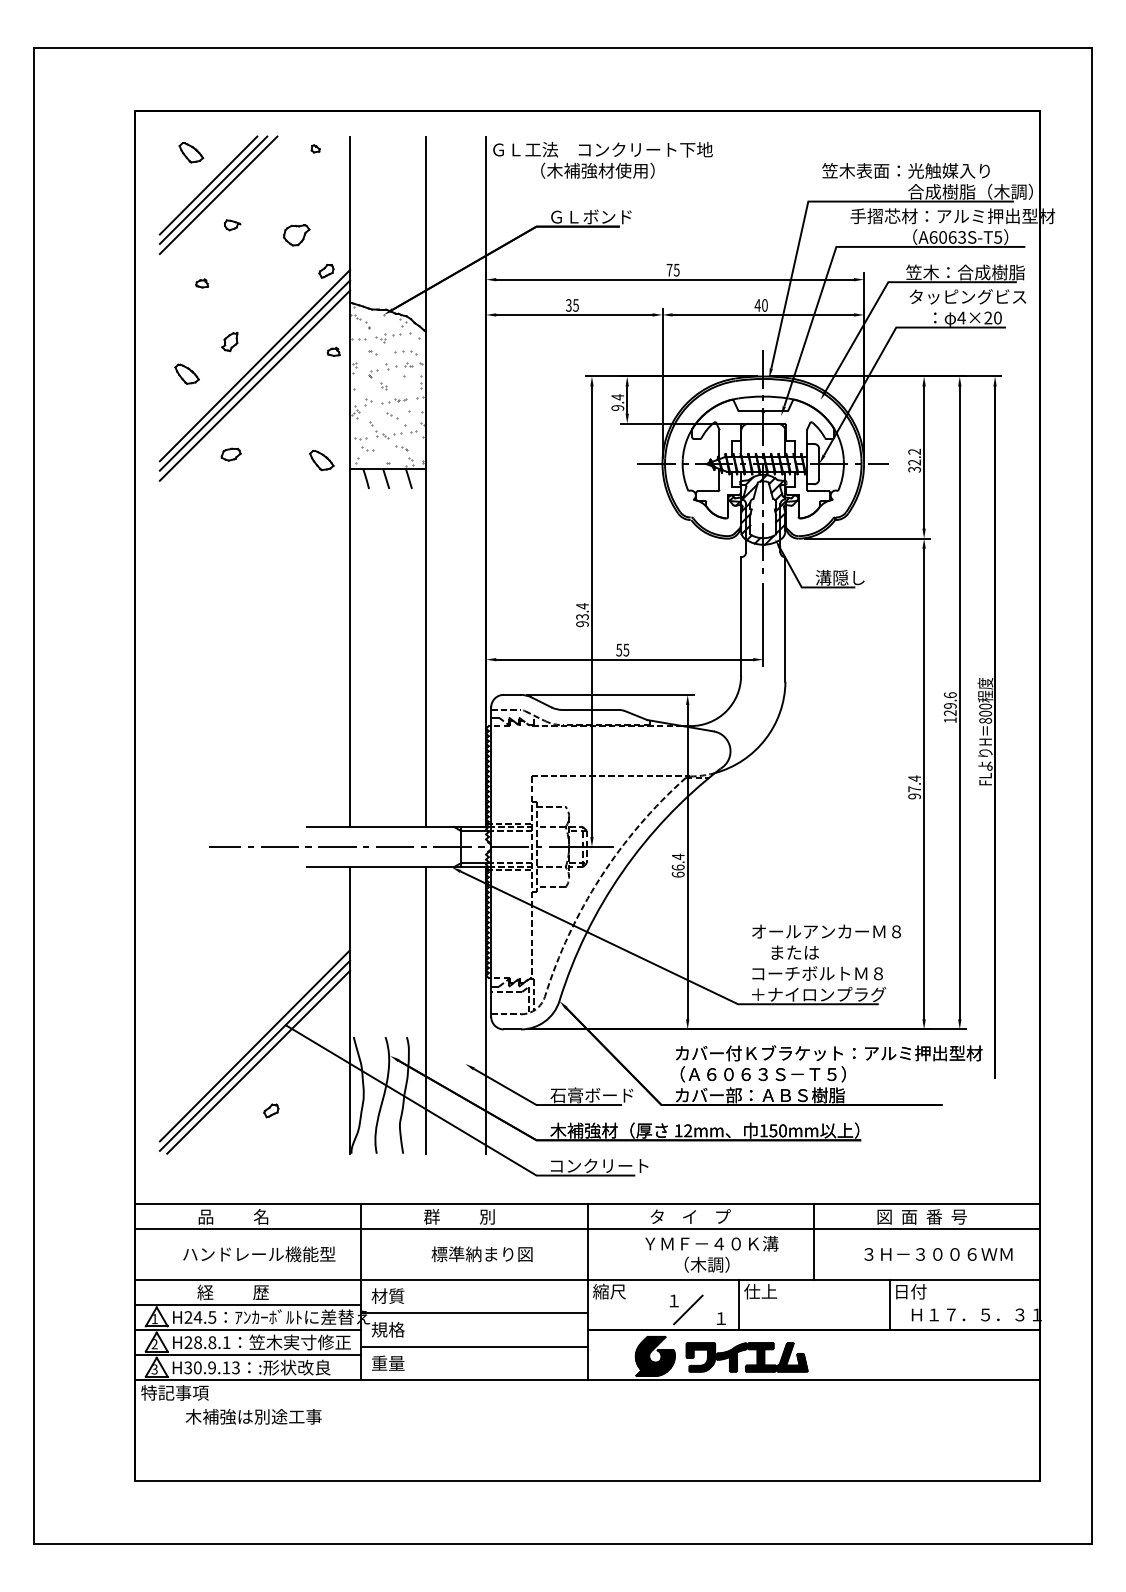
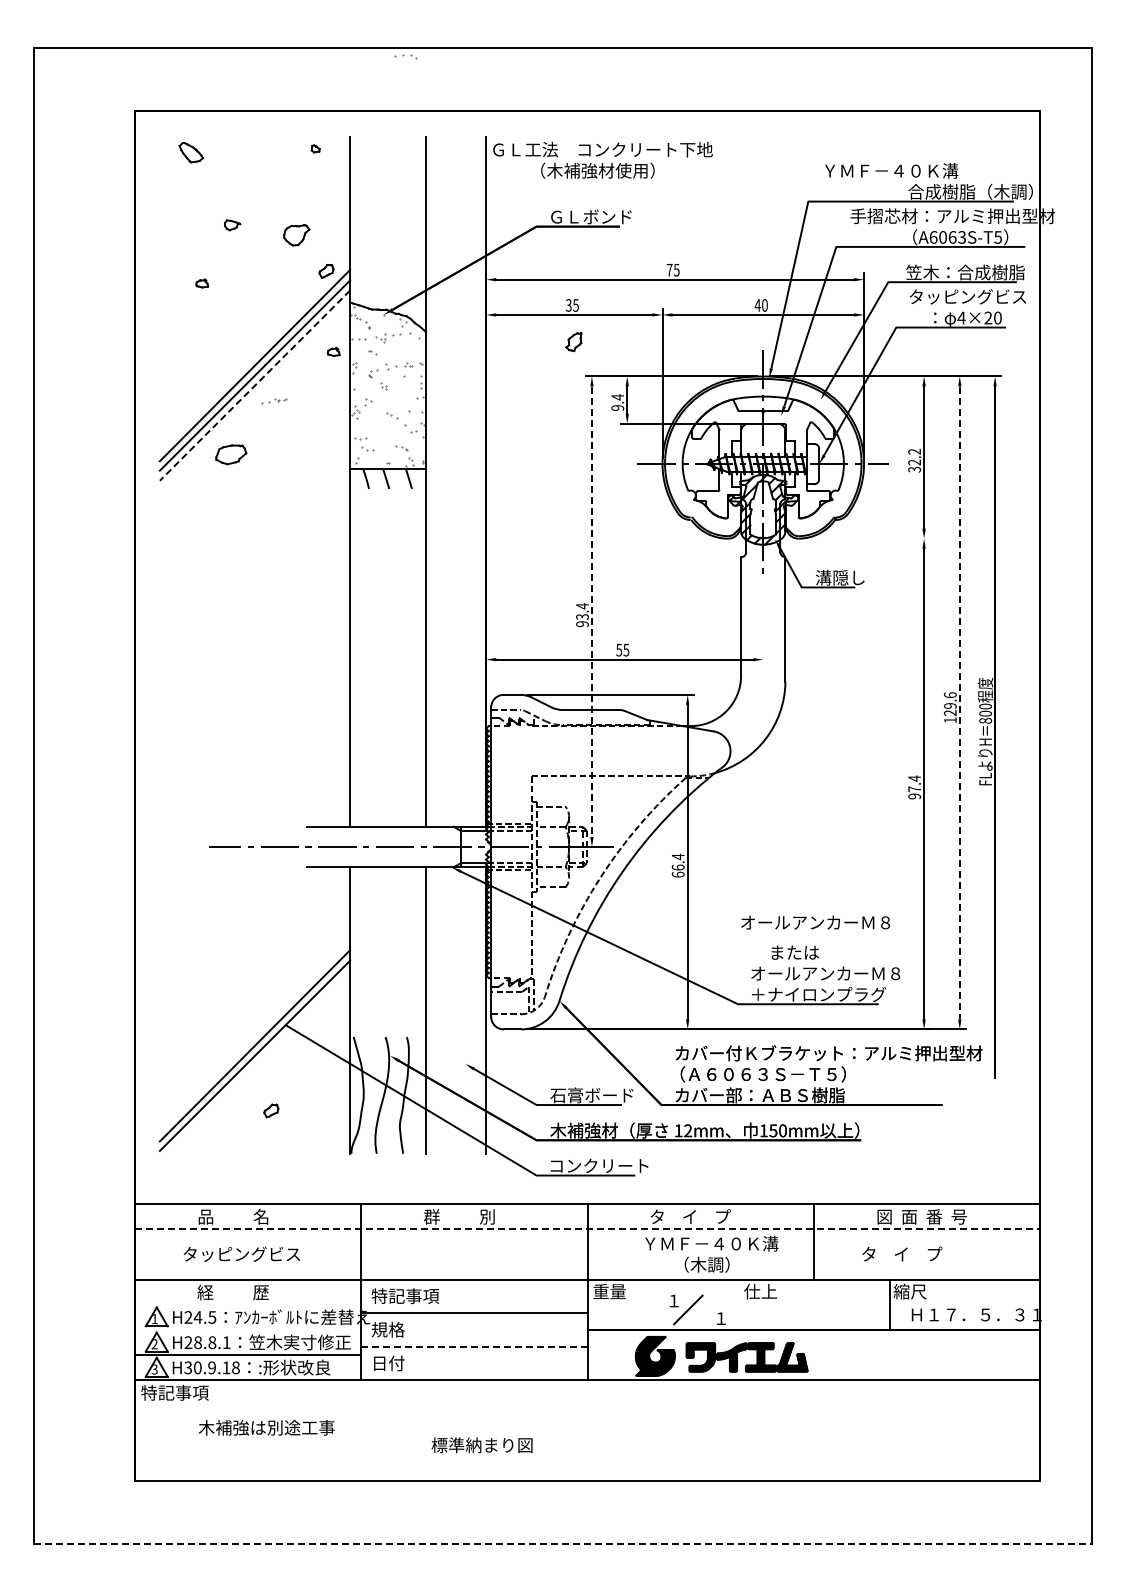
text at (905, 170): 笠木表面：光触媒入り -> ＹＭＦ－４０Ｋ溝
part at (218, 194): present -> none
part at (229, 342) position: (229, 342) -> (573, 342)
part at (405, 352) position: (405, 352) -> (405, 56)
part at (186, 373): present -> none
line at (254, 386): solid -> dashed
part at (394, 401) position: (394, 401) -> (274, 401)
part at (385, 430): present -> none
part at (230, 454) size: 22x15 px -> 33x22 px
part at (321, 460): present -> none
line at (867, 538): present -> none
line at (591, 612): solid -> dashed
line at (763, 624): present -> none
line at (959, 703): solid -> dashed
text at (826, 931) position: (826, 931) -> (815, 922)
text at (825, 973): コーチボルトＭ８ -> オールアンカーＭ８
line at (258, 1061): present -> none
line at (587, 1229): solid -> dashed
text at (937, 1253): ３Ｈ－３００６ＷＭ -> タ    イ    プ
text at (259, 1254): ハンドレール機能型 -> タッピングビス
text at (481, 1254) position: (481, 1254) -> (481, 1445)
text at (609, 1291): 縮尺 -> 重量
text at (909, 1291): 日付 -> 縮尺
text at (405, 1296): 材質 -> 特記事項
line at (247, 1304): present -> none
line at (738, 1304): present -> none
line at (247, 1330): present -> none
line at (474, 1346): solid -> dashed
text at (388, 1363): 重量 -> 日付
text at (235, 1367): H30.9.13 -> H30.9.18
text at (253, 1416) position: (253, 1416) -> (266, 1427)
line at (563, 1544): solid -> dashed
